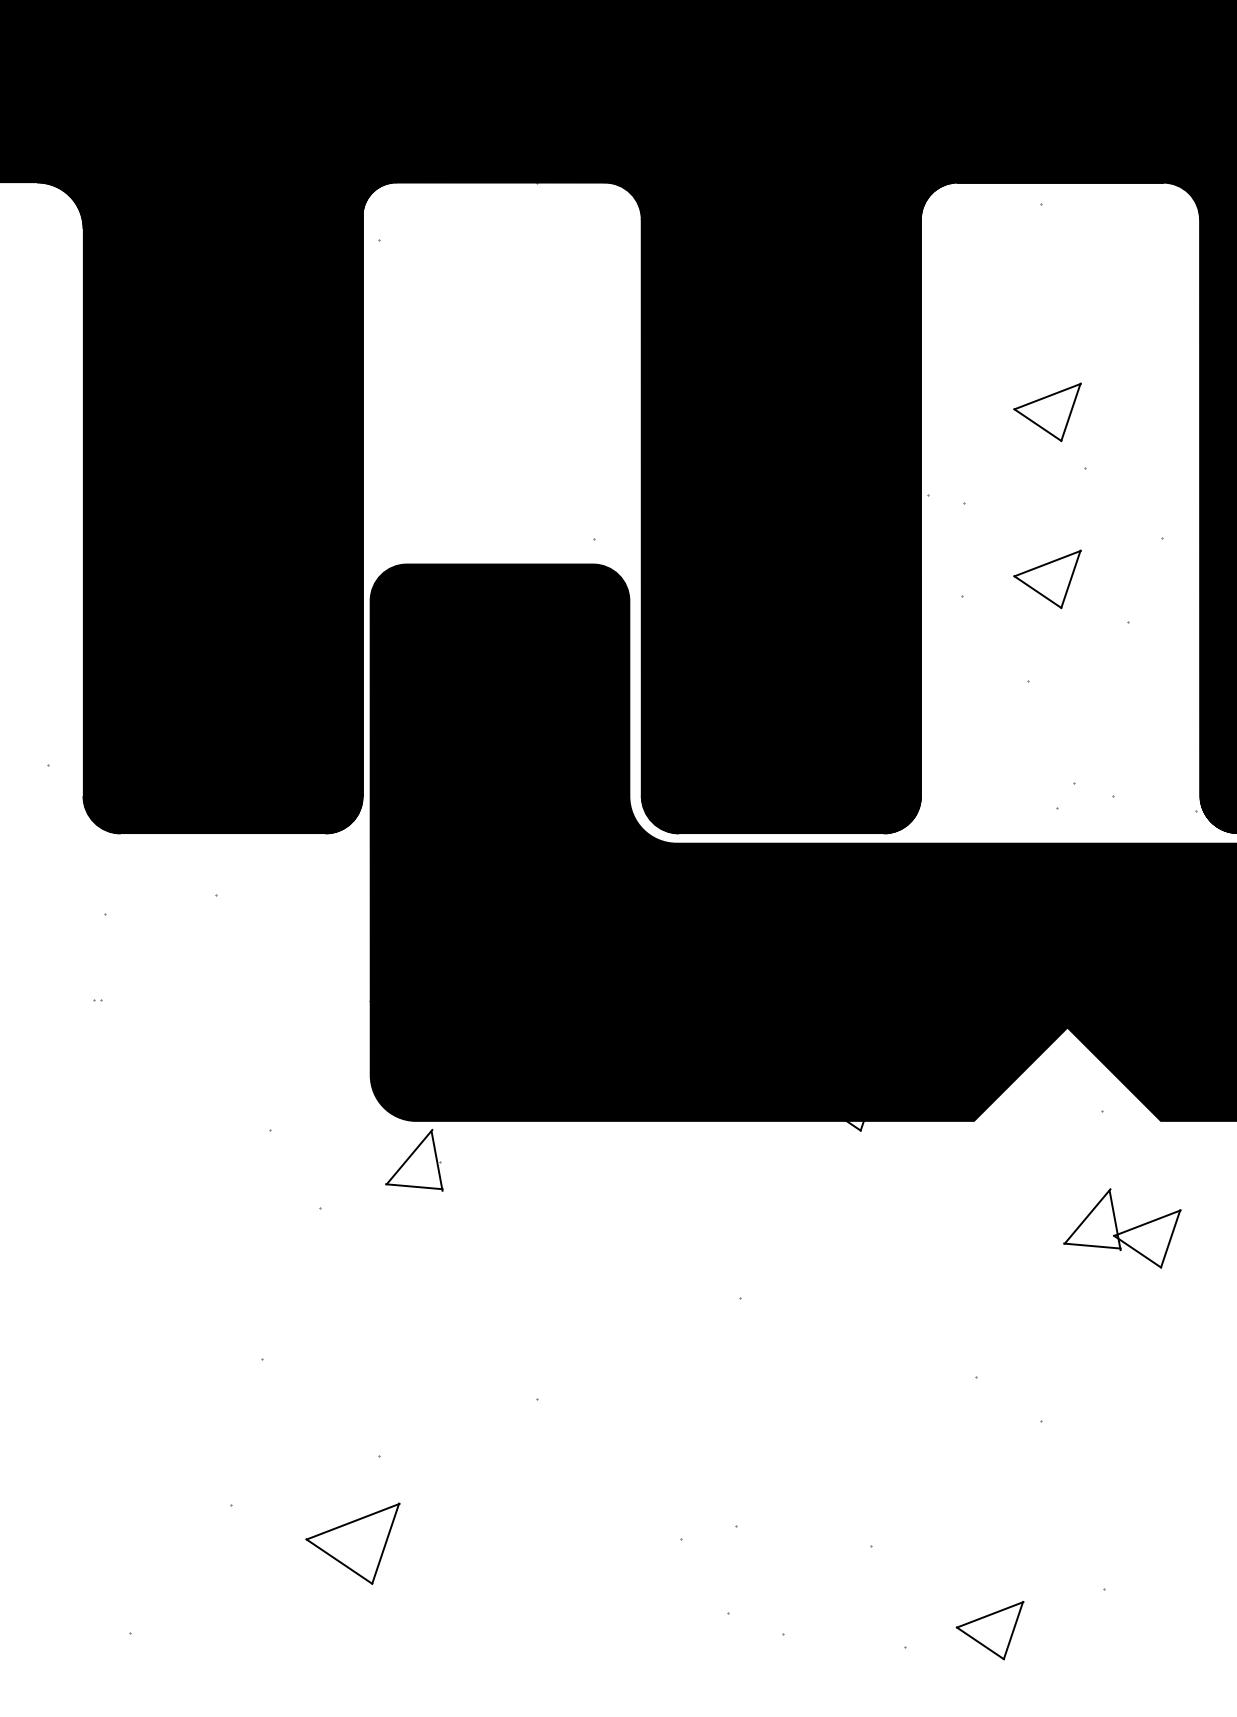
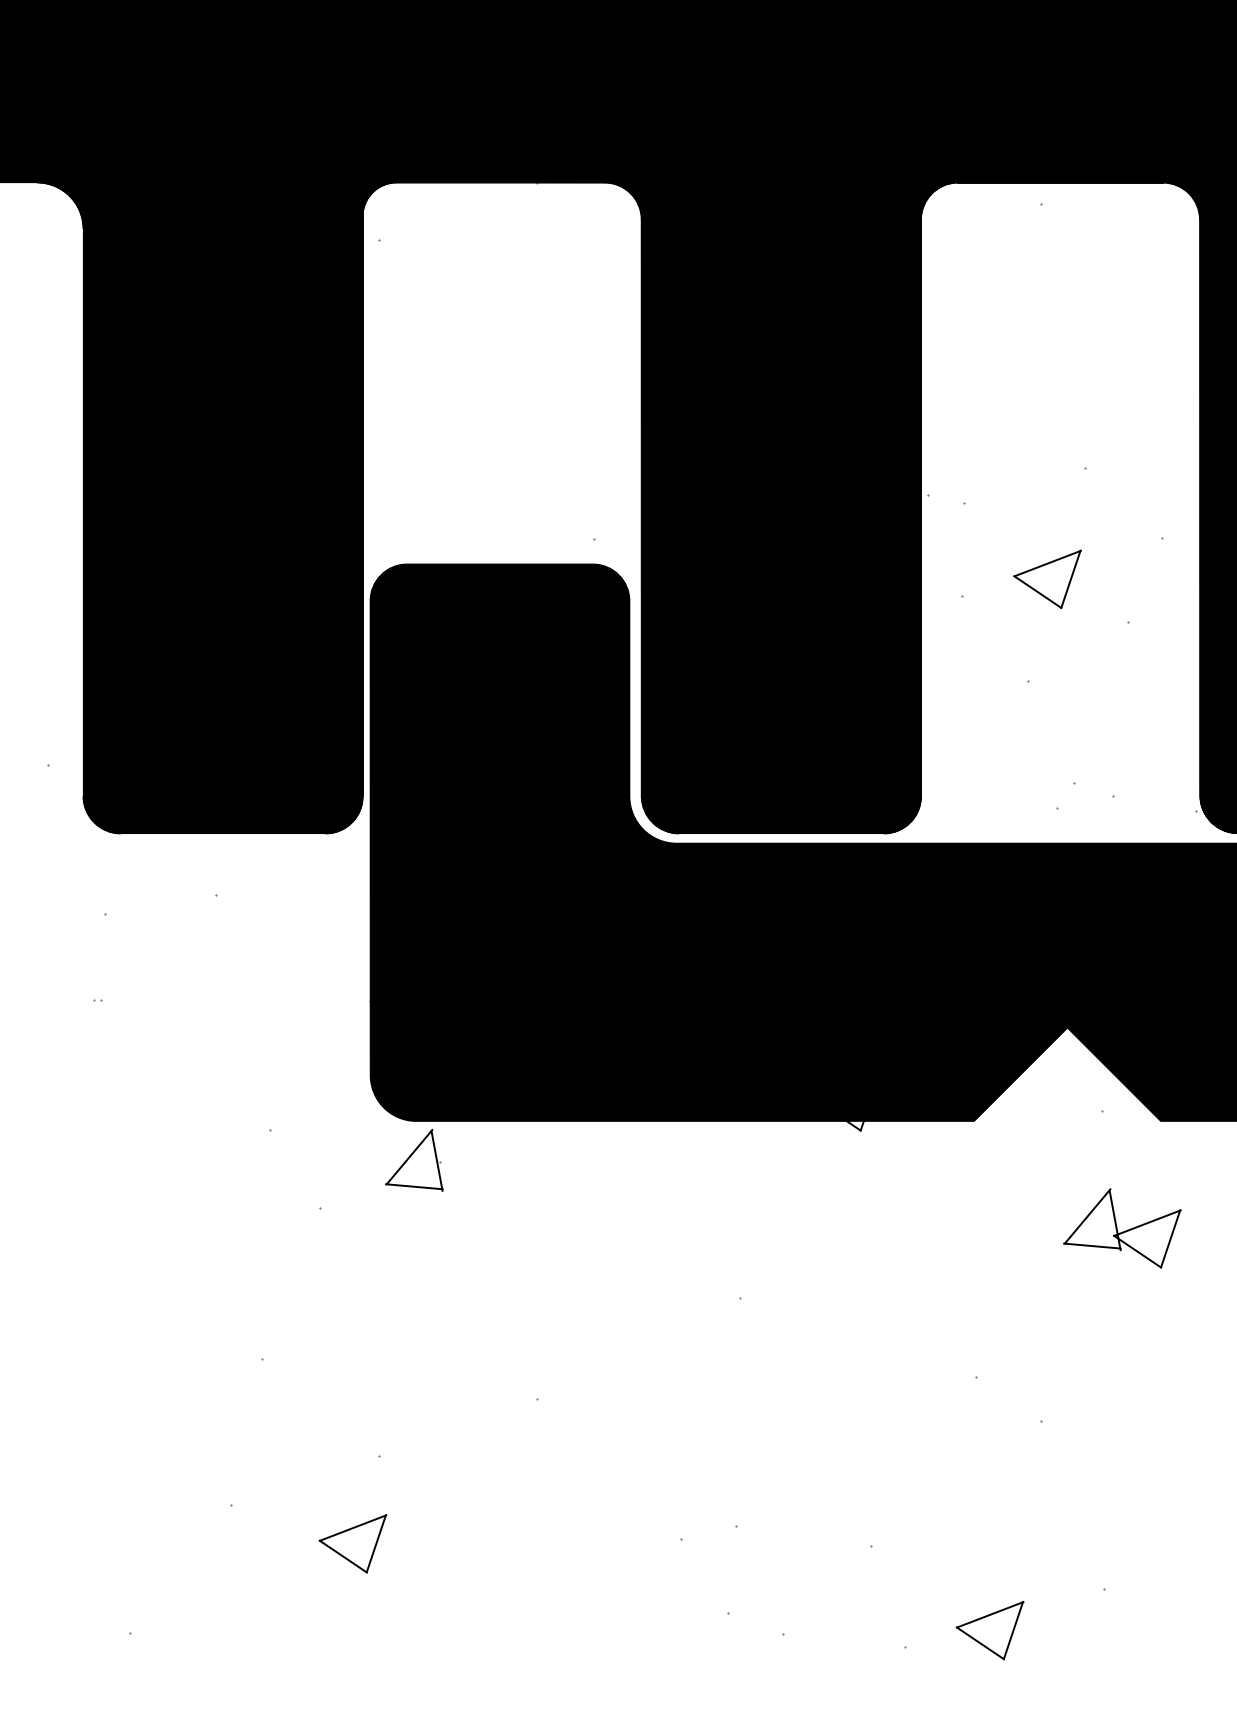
part at (1047, 411): present -> none
part at (352, 1543) size: 96x83 px -> 70x60 px
